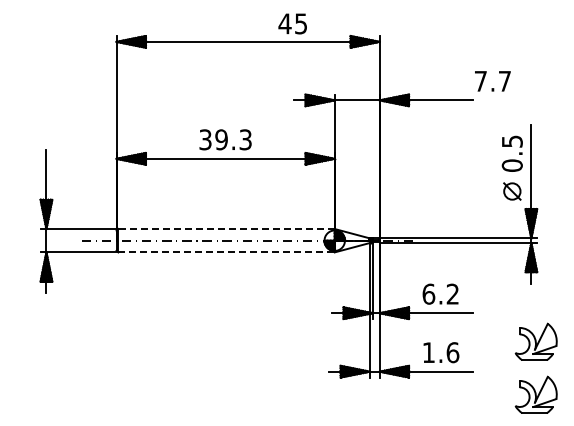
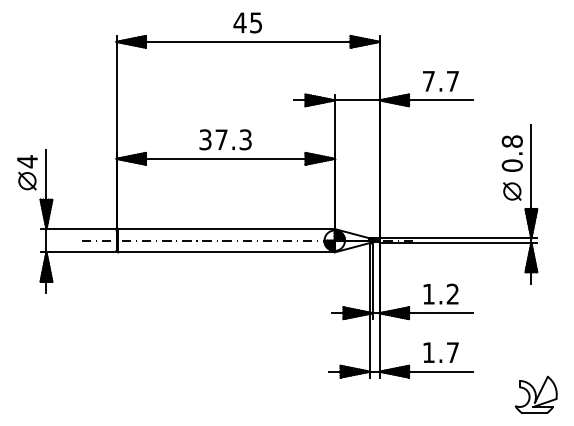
text at (292, 23) position: (292, 23) -> (247, 22)
text at (492, 81) position: (492, 81) -> (440, 81)
text at (221, 139): 39.3 -> 37.3
text at (511, 141): 0.5 -> 0.8
part at (27, 172): none -> present
line at (226, 229): dashed -> solid
line at (227, 252): dashed -> solid
text at (428, 293): 6.2 -> 1.2
part at (535, 341): present -> none
text at (452, 352): 1.6 -> 1.7
